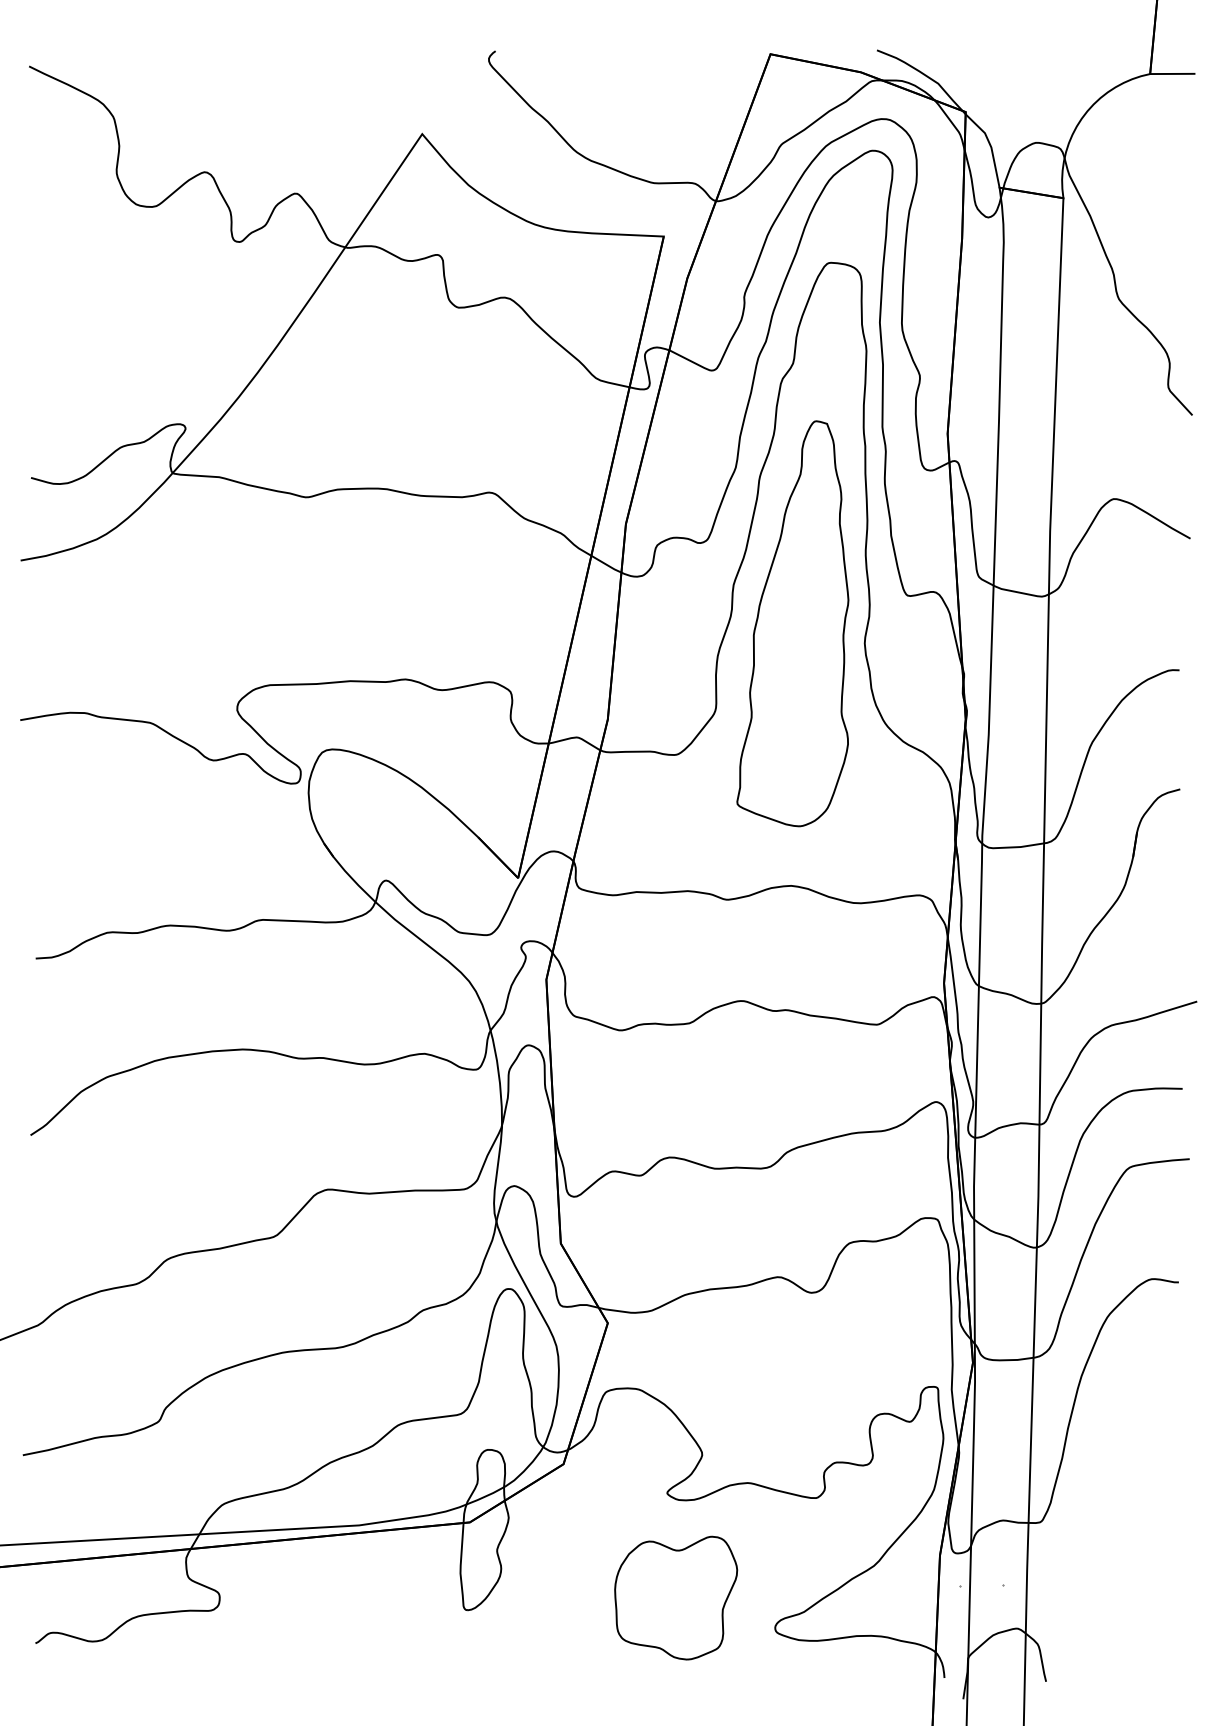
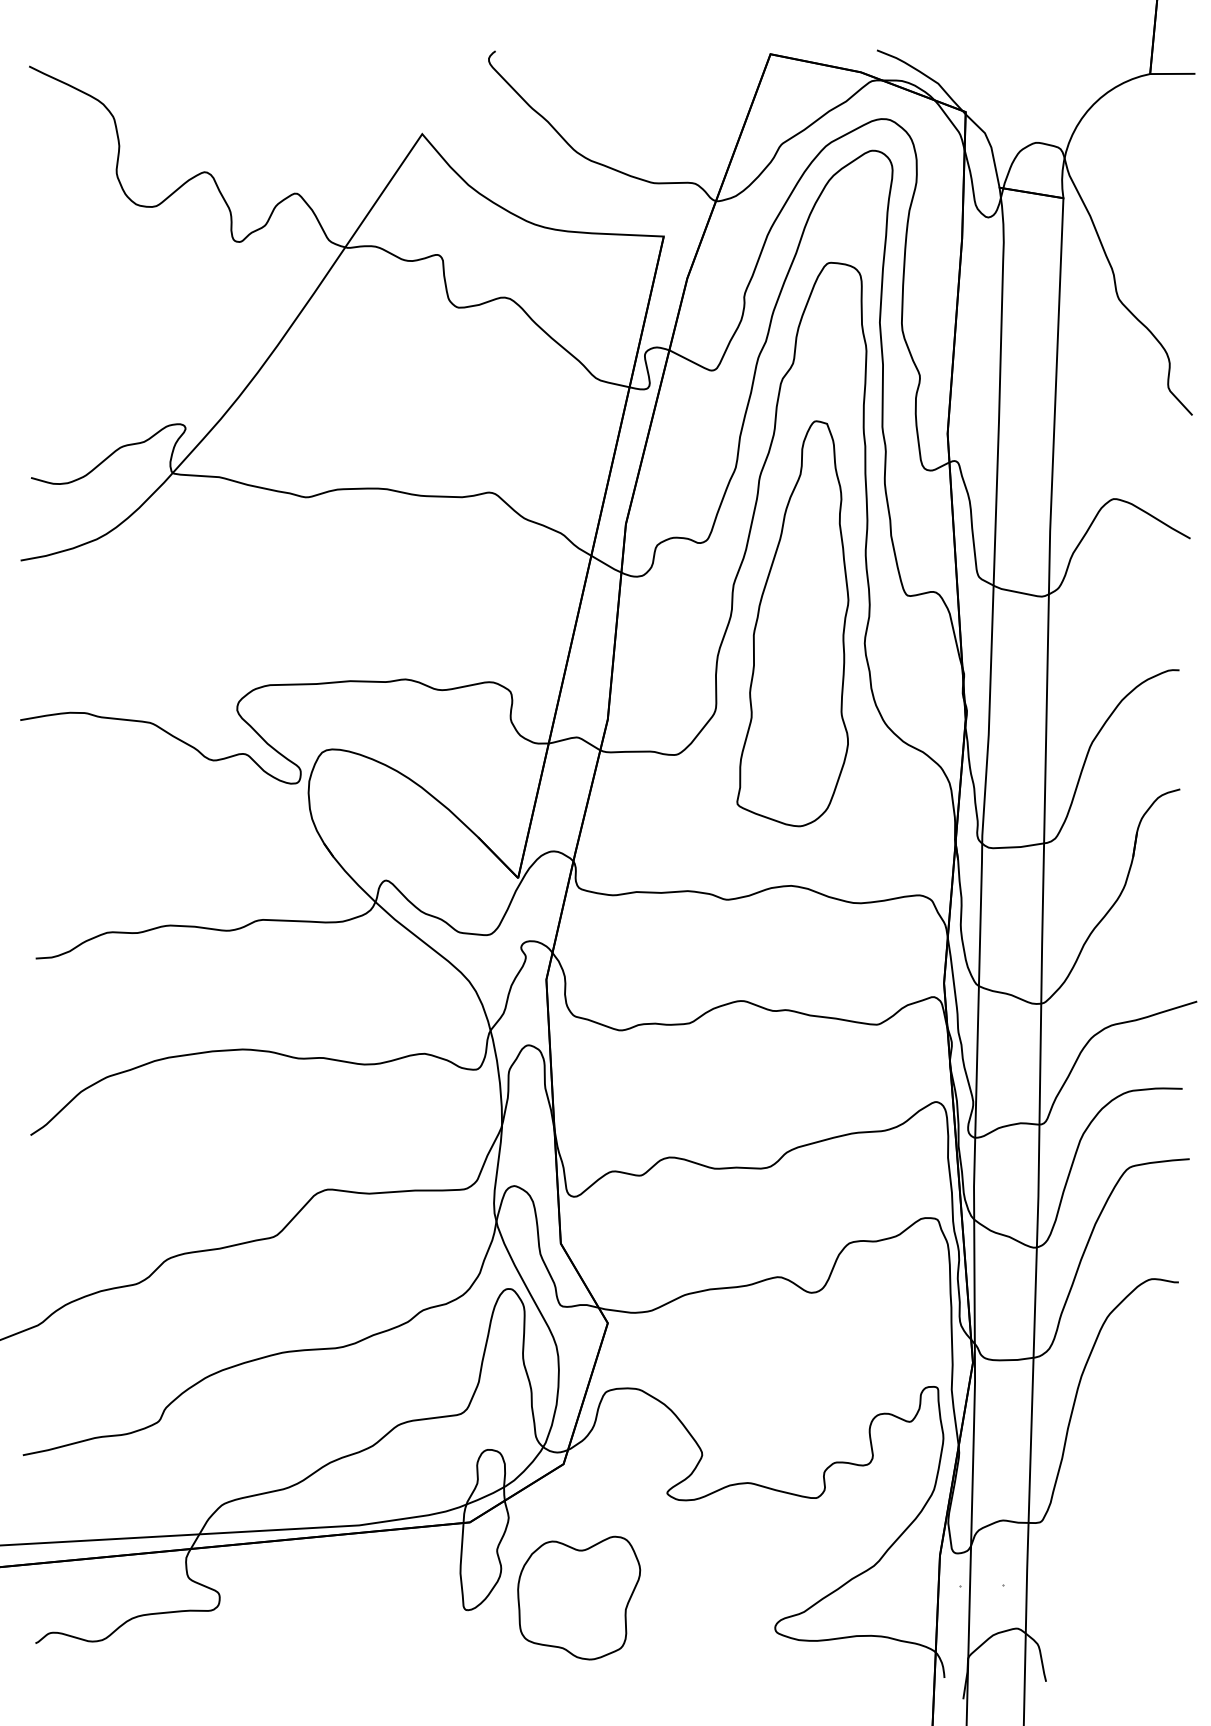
part at (676, 1597) position: (676, 1597) -> (579, 1597)
